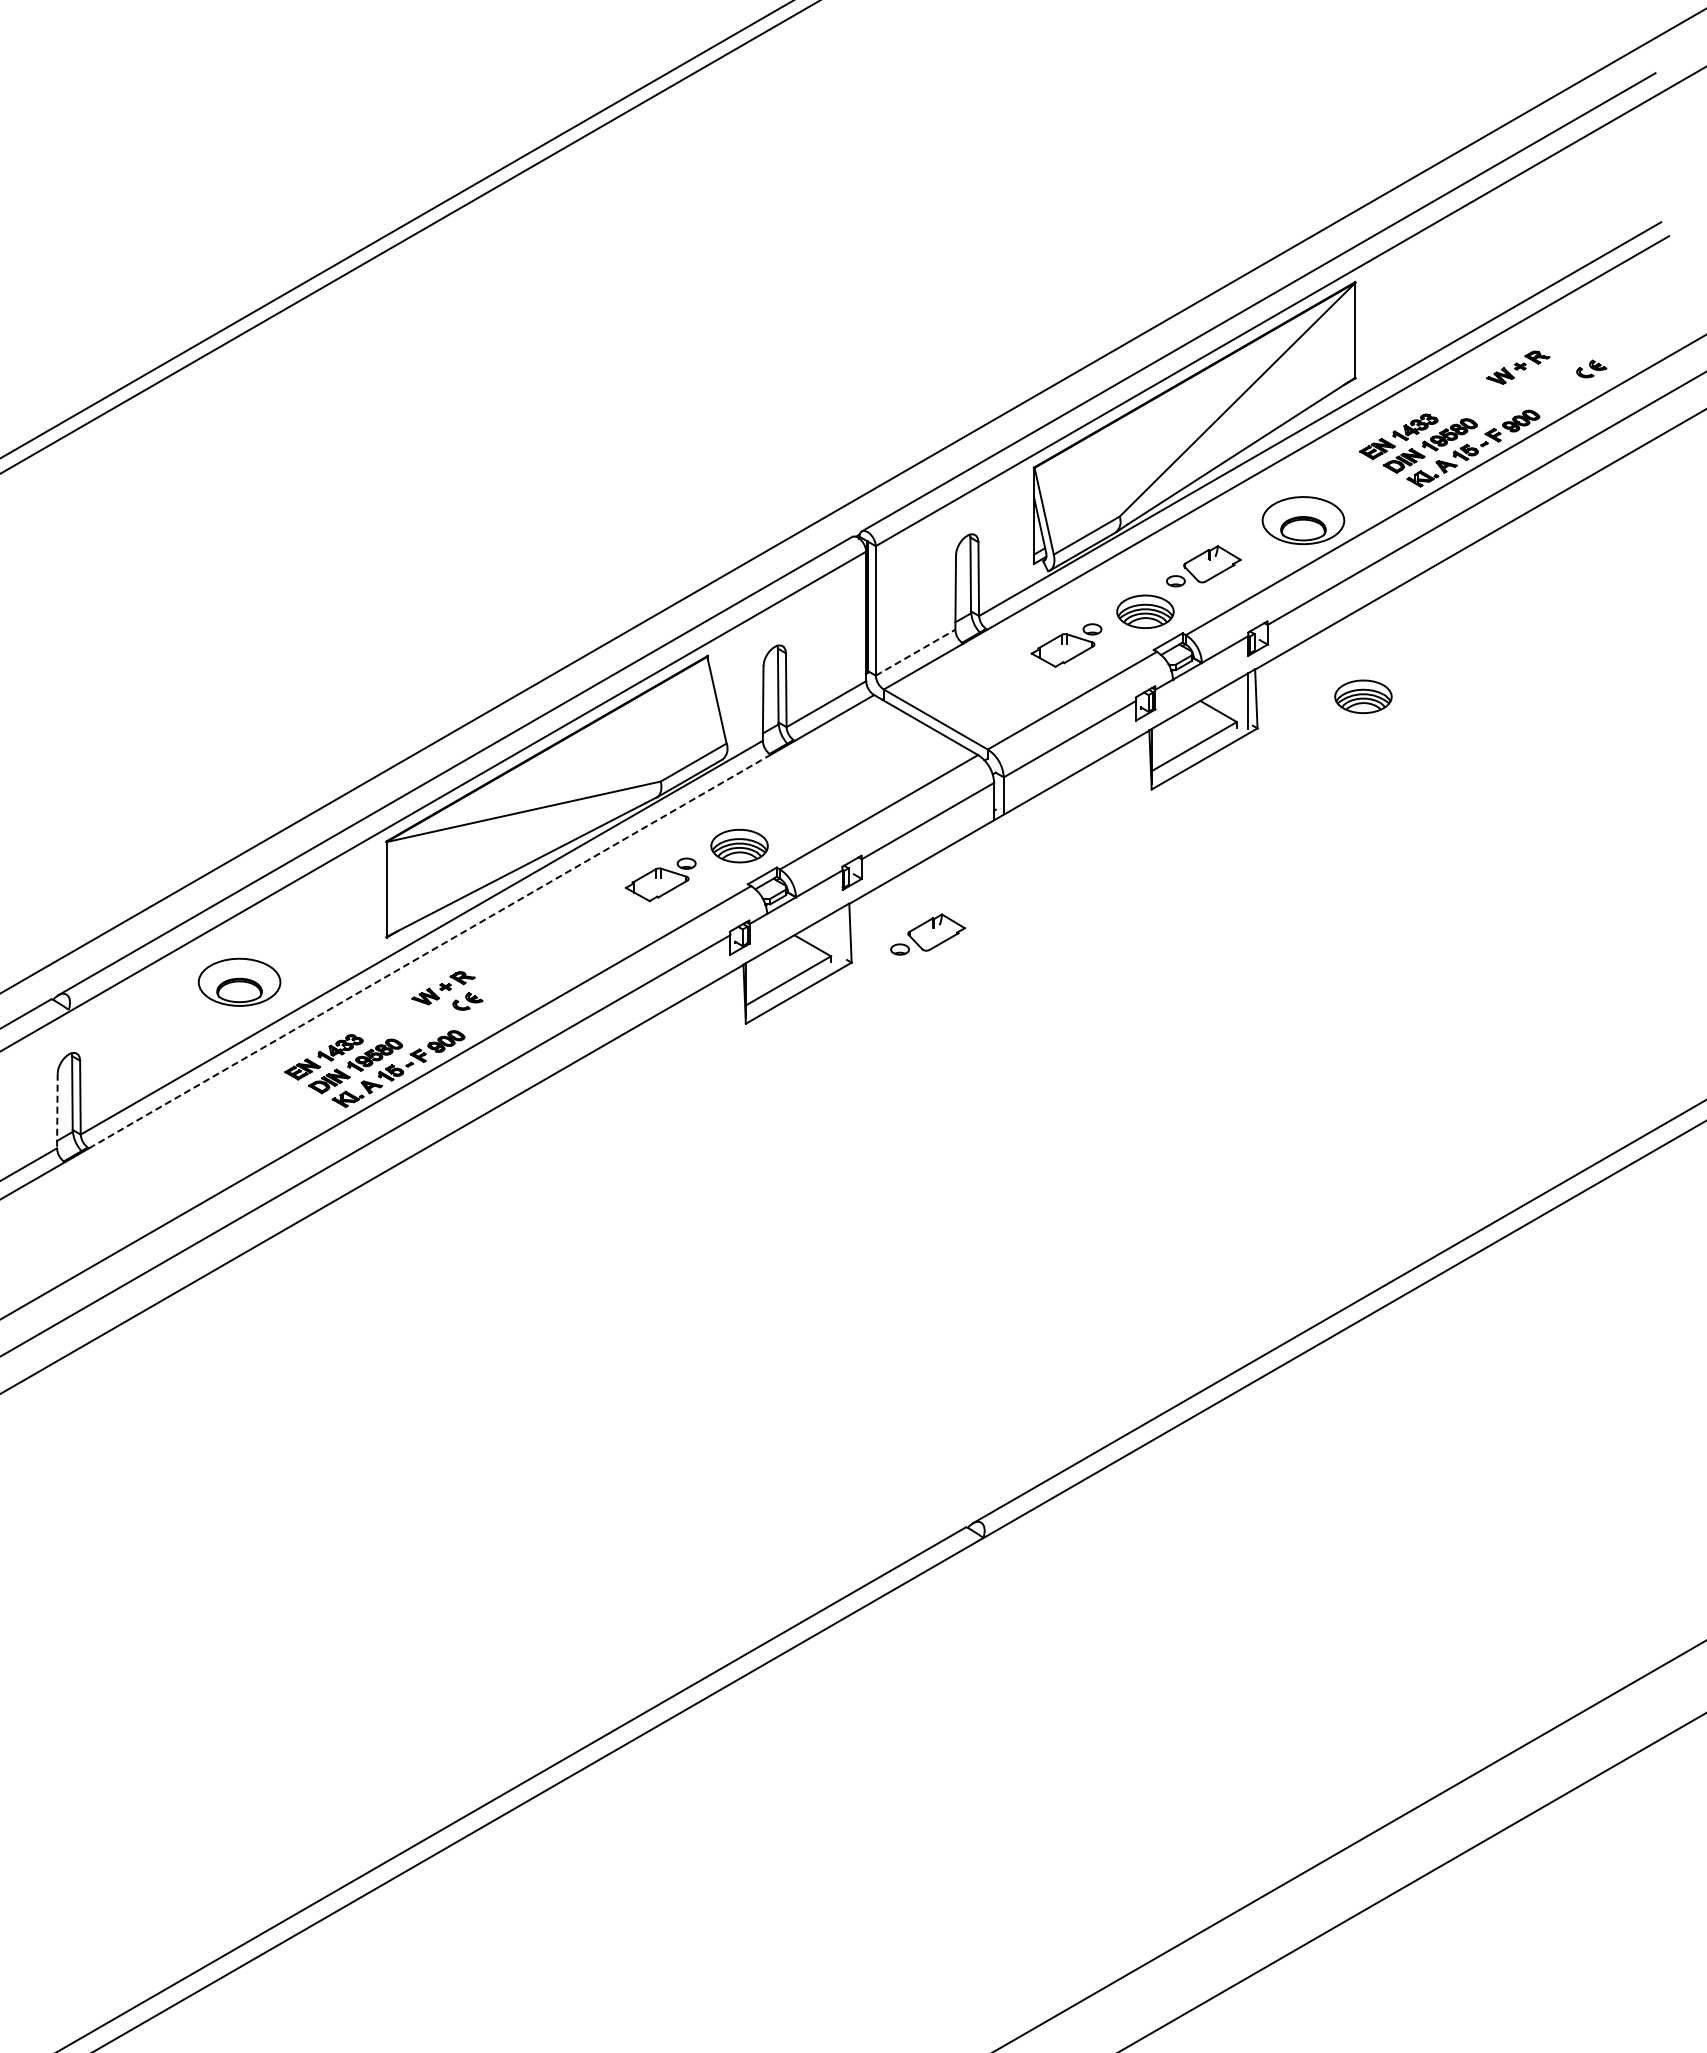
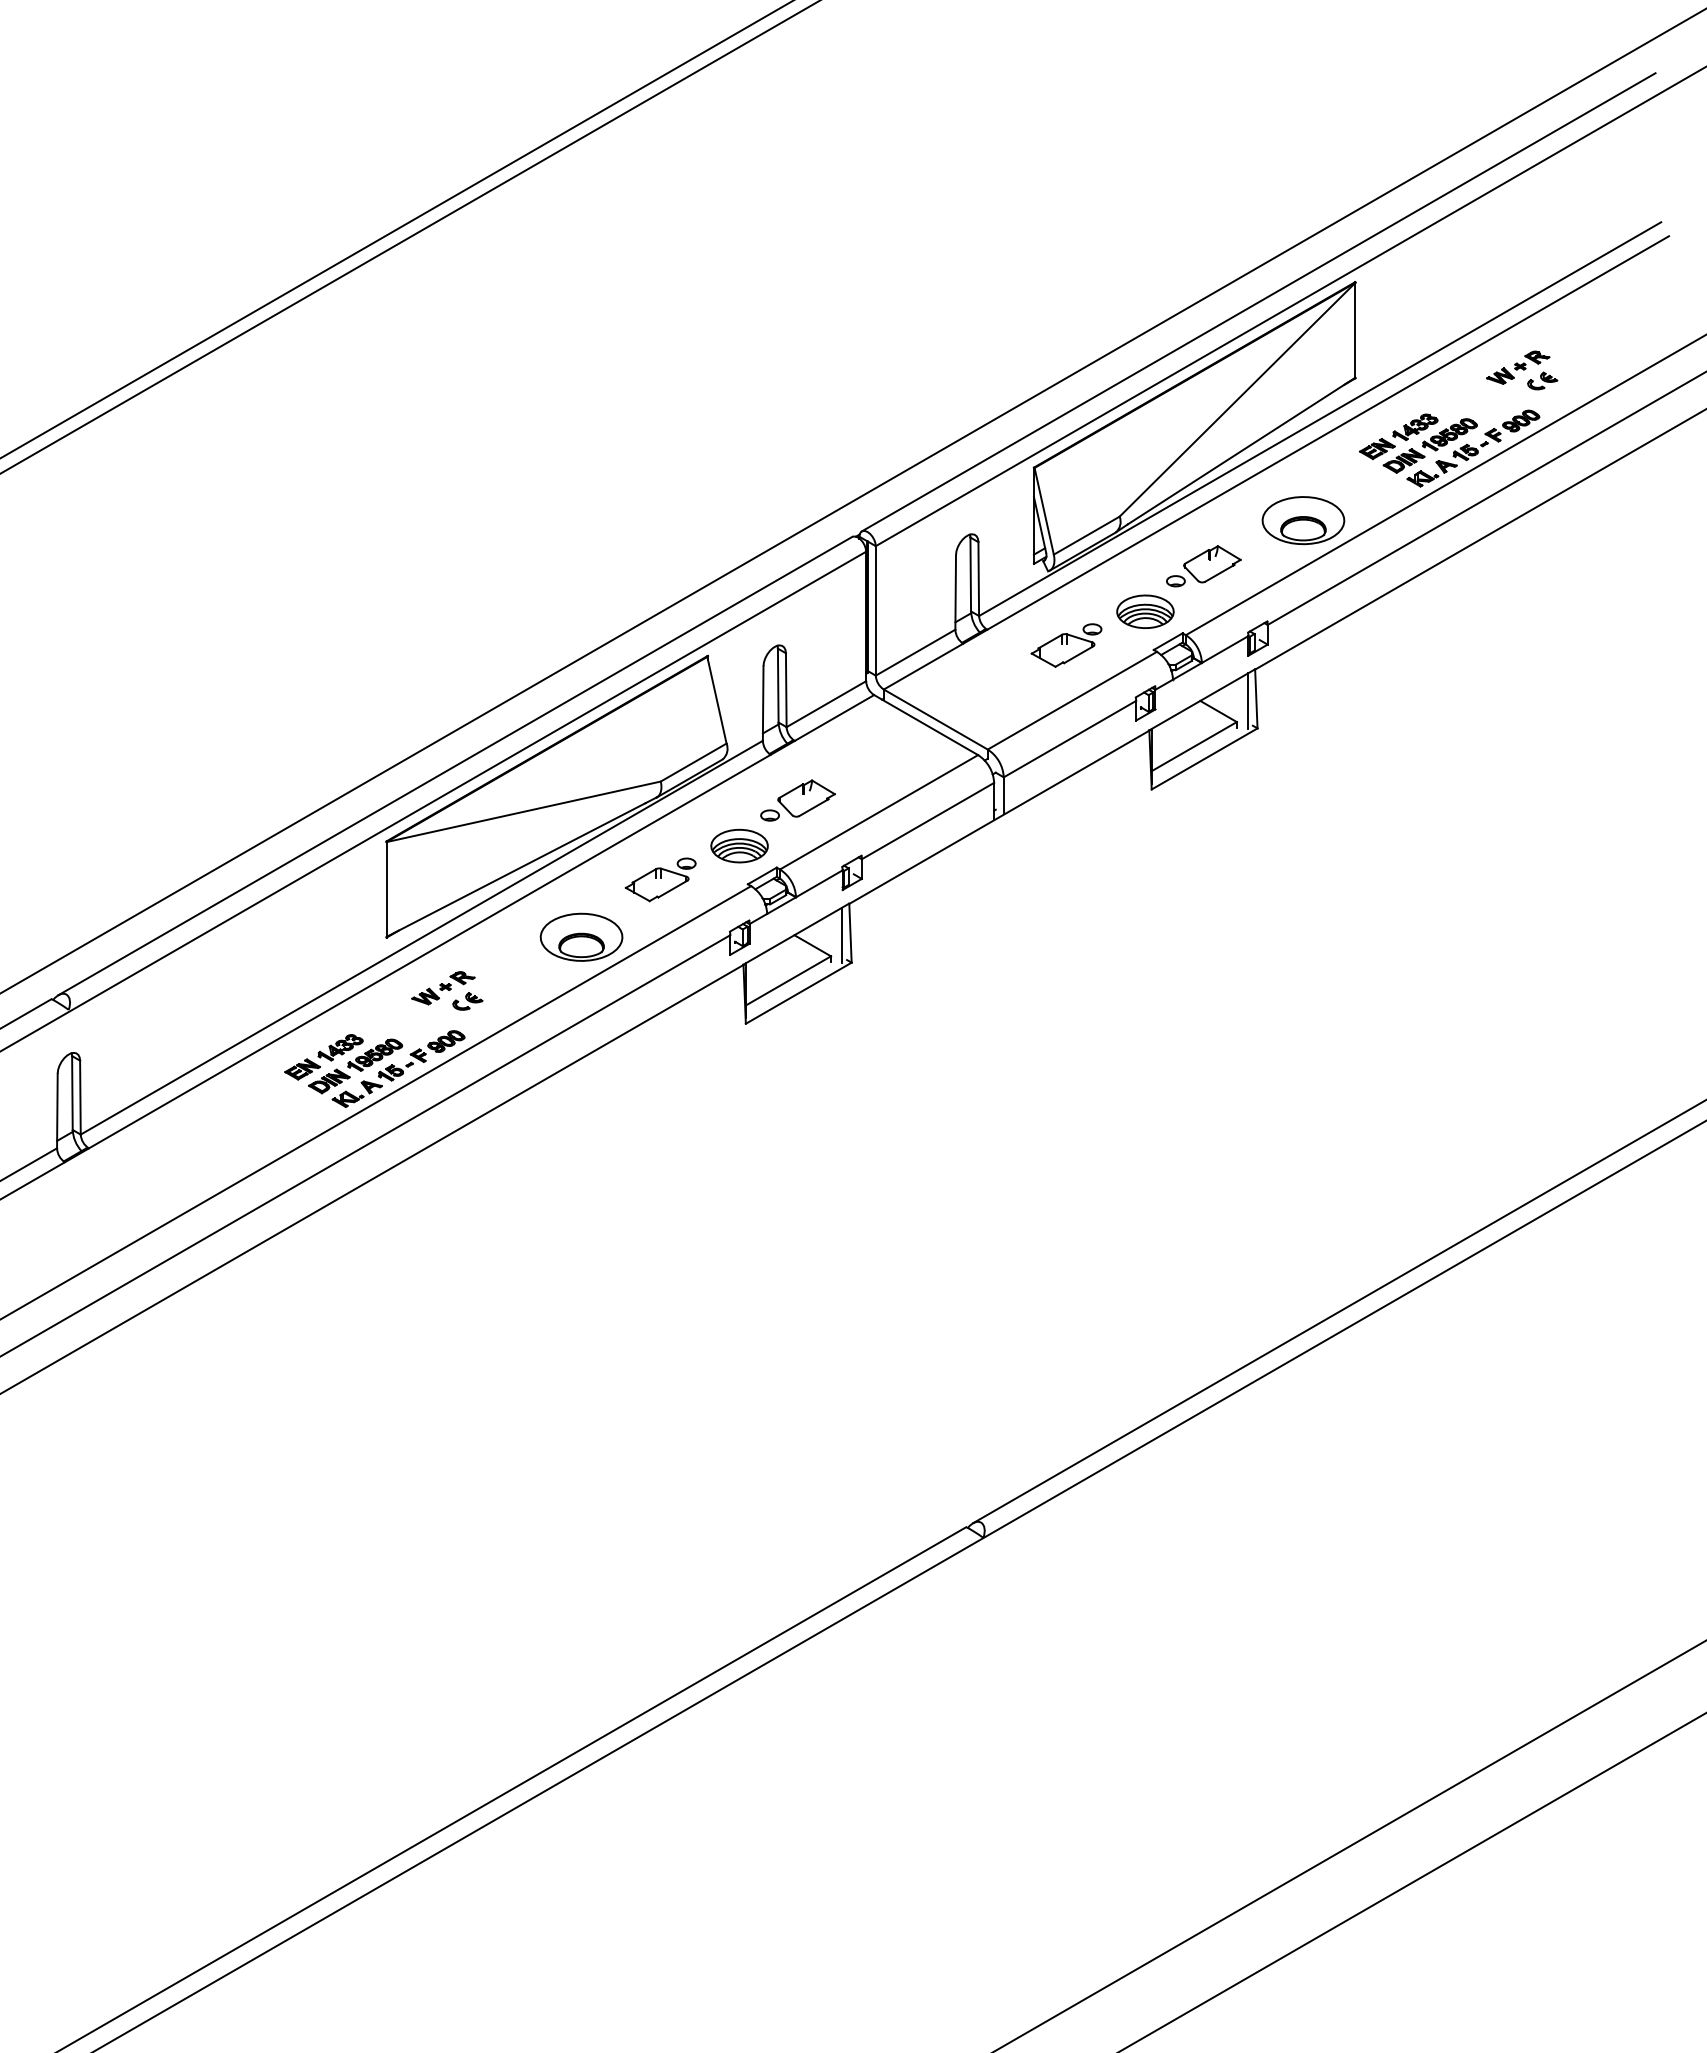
part at (1591, 368) position: (1591, 368) -> (1542, 380)
line at (915, 652): dashed -> solid
part at (1363, 696): present -> none
line at (842, 934): none -> present
part at (927, 934) position: (927, 934) -> (797, 800)
line at (429, 951): dashed -> solid
part at (239, 981) position: (239, 981) -> (581, 936)
line at (57, 1111): dashed -> solid
